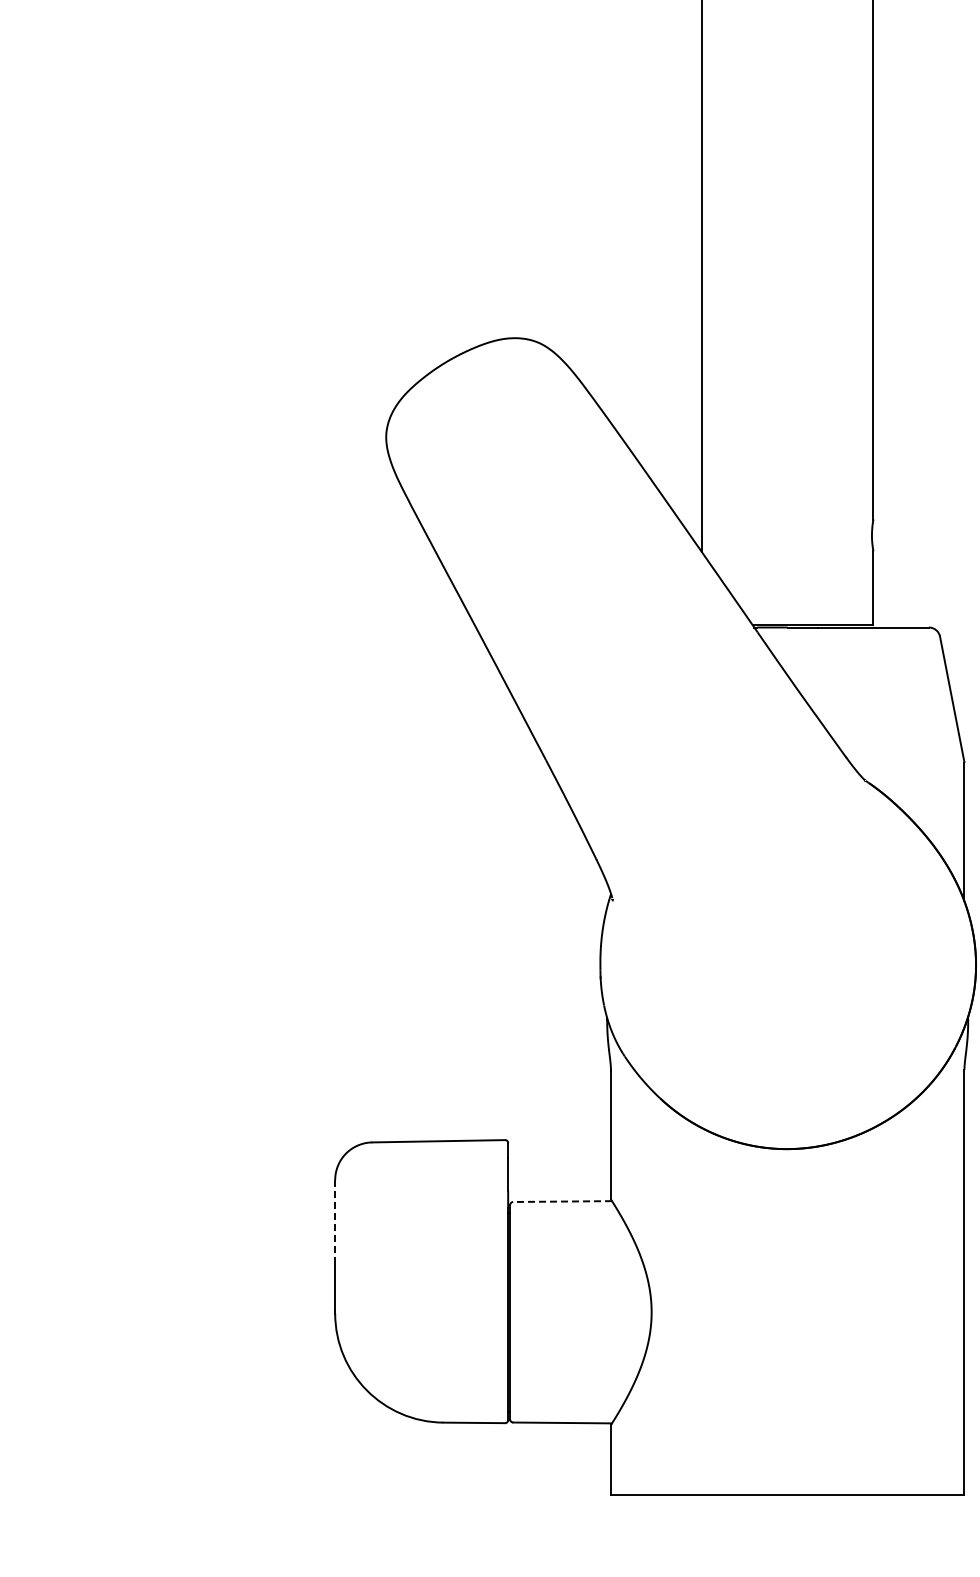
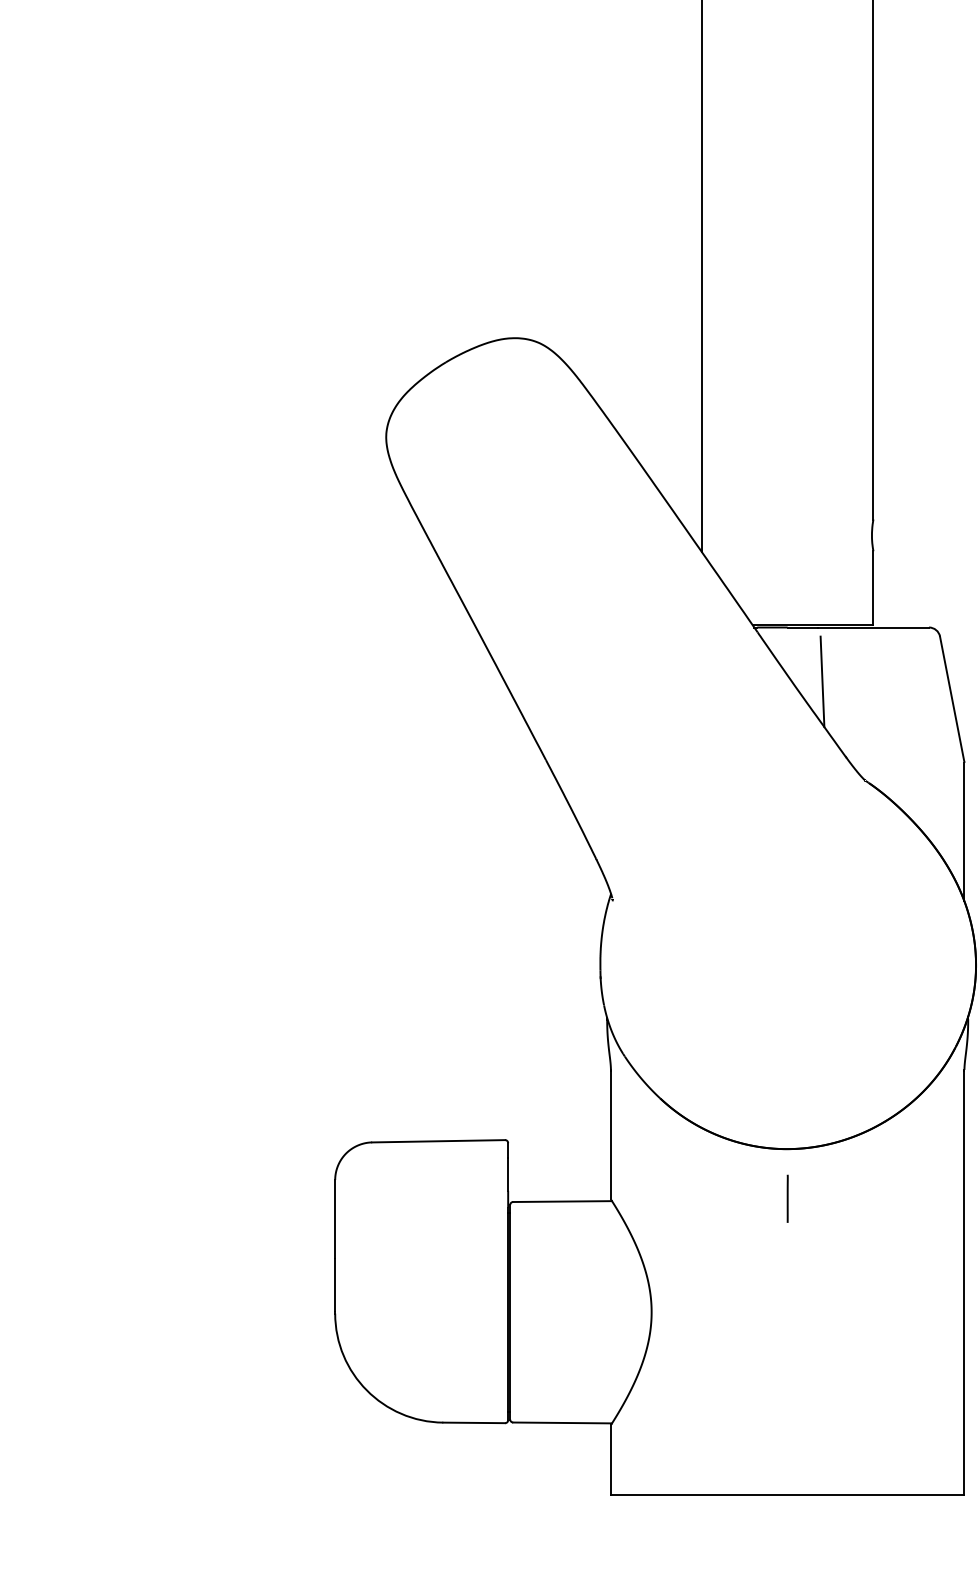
line at (822, 681): none -> present
line at (787, 1198): none -> present
line at (562, 1201): dashed -> solid
line at (335, 1218): dashed -> solid
